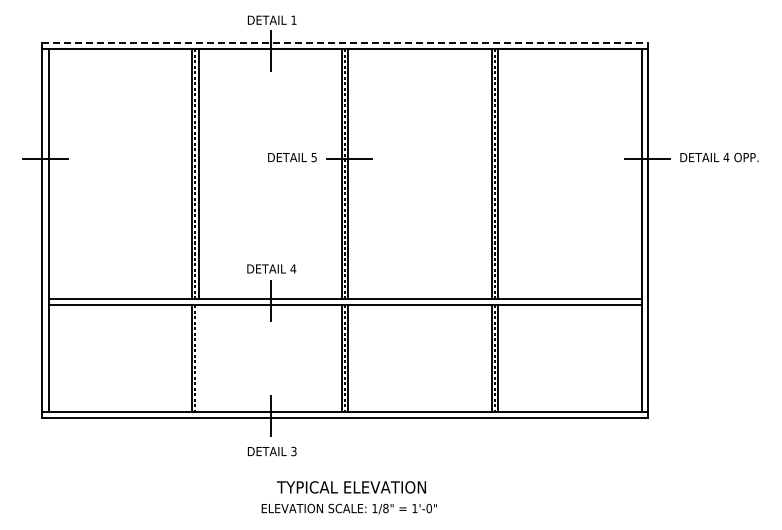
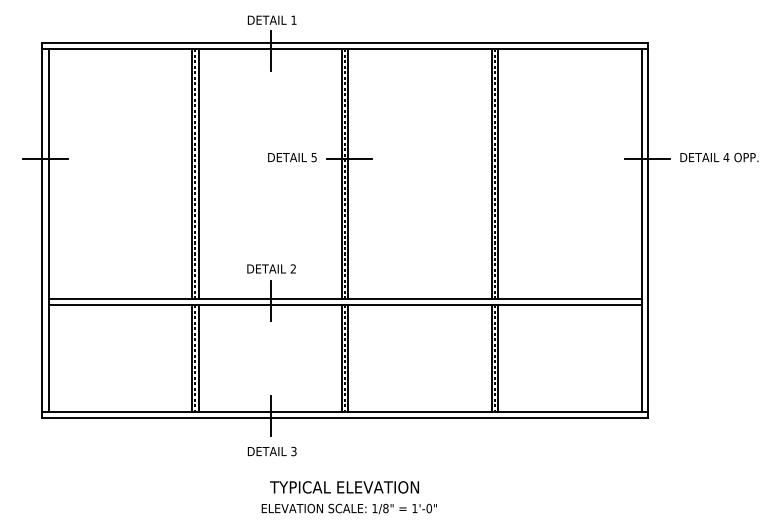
line at (345, 43): dashed -> solid
text at (293, 268): 4 -> 2
line at (198, 358): none -> present
text at (351, 487) position: (351, 487) -> (344, 487)
